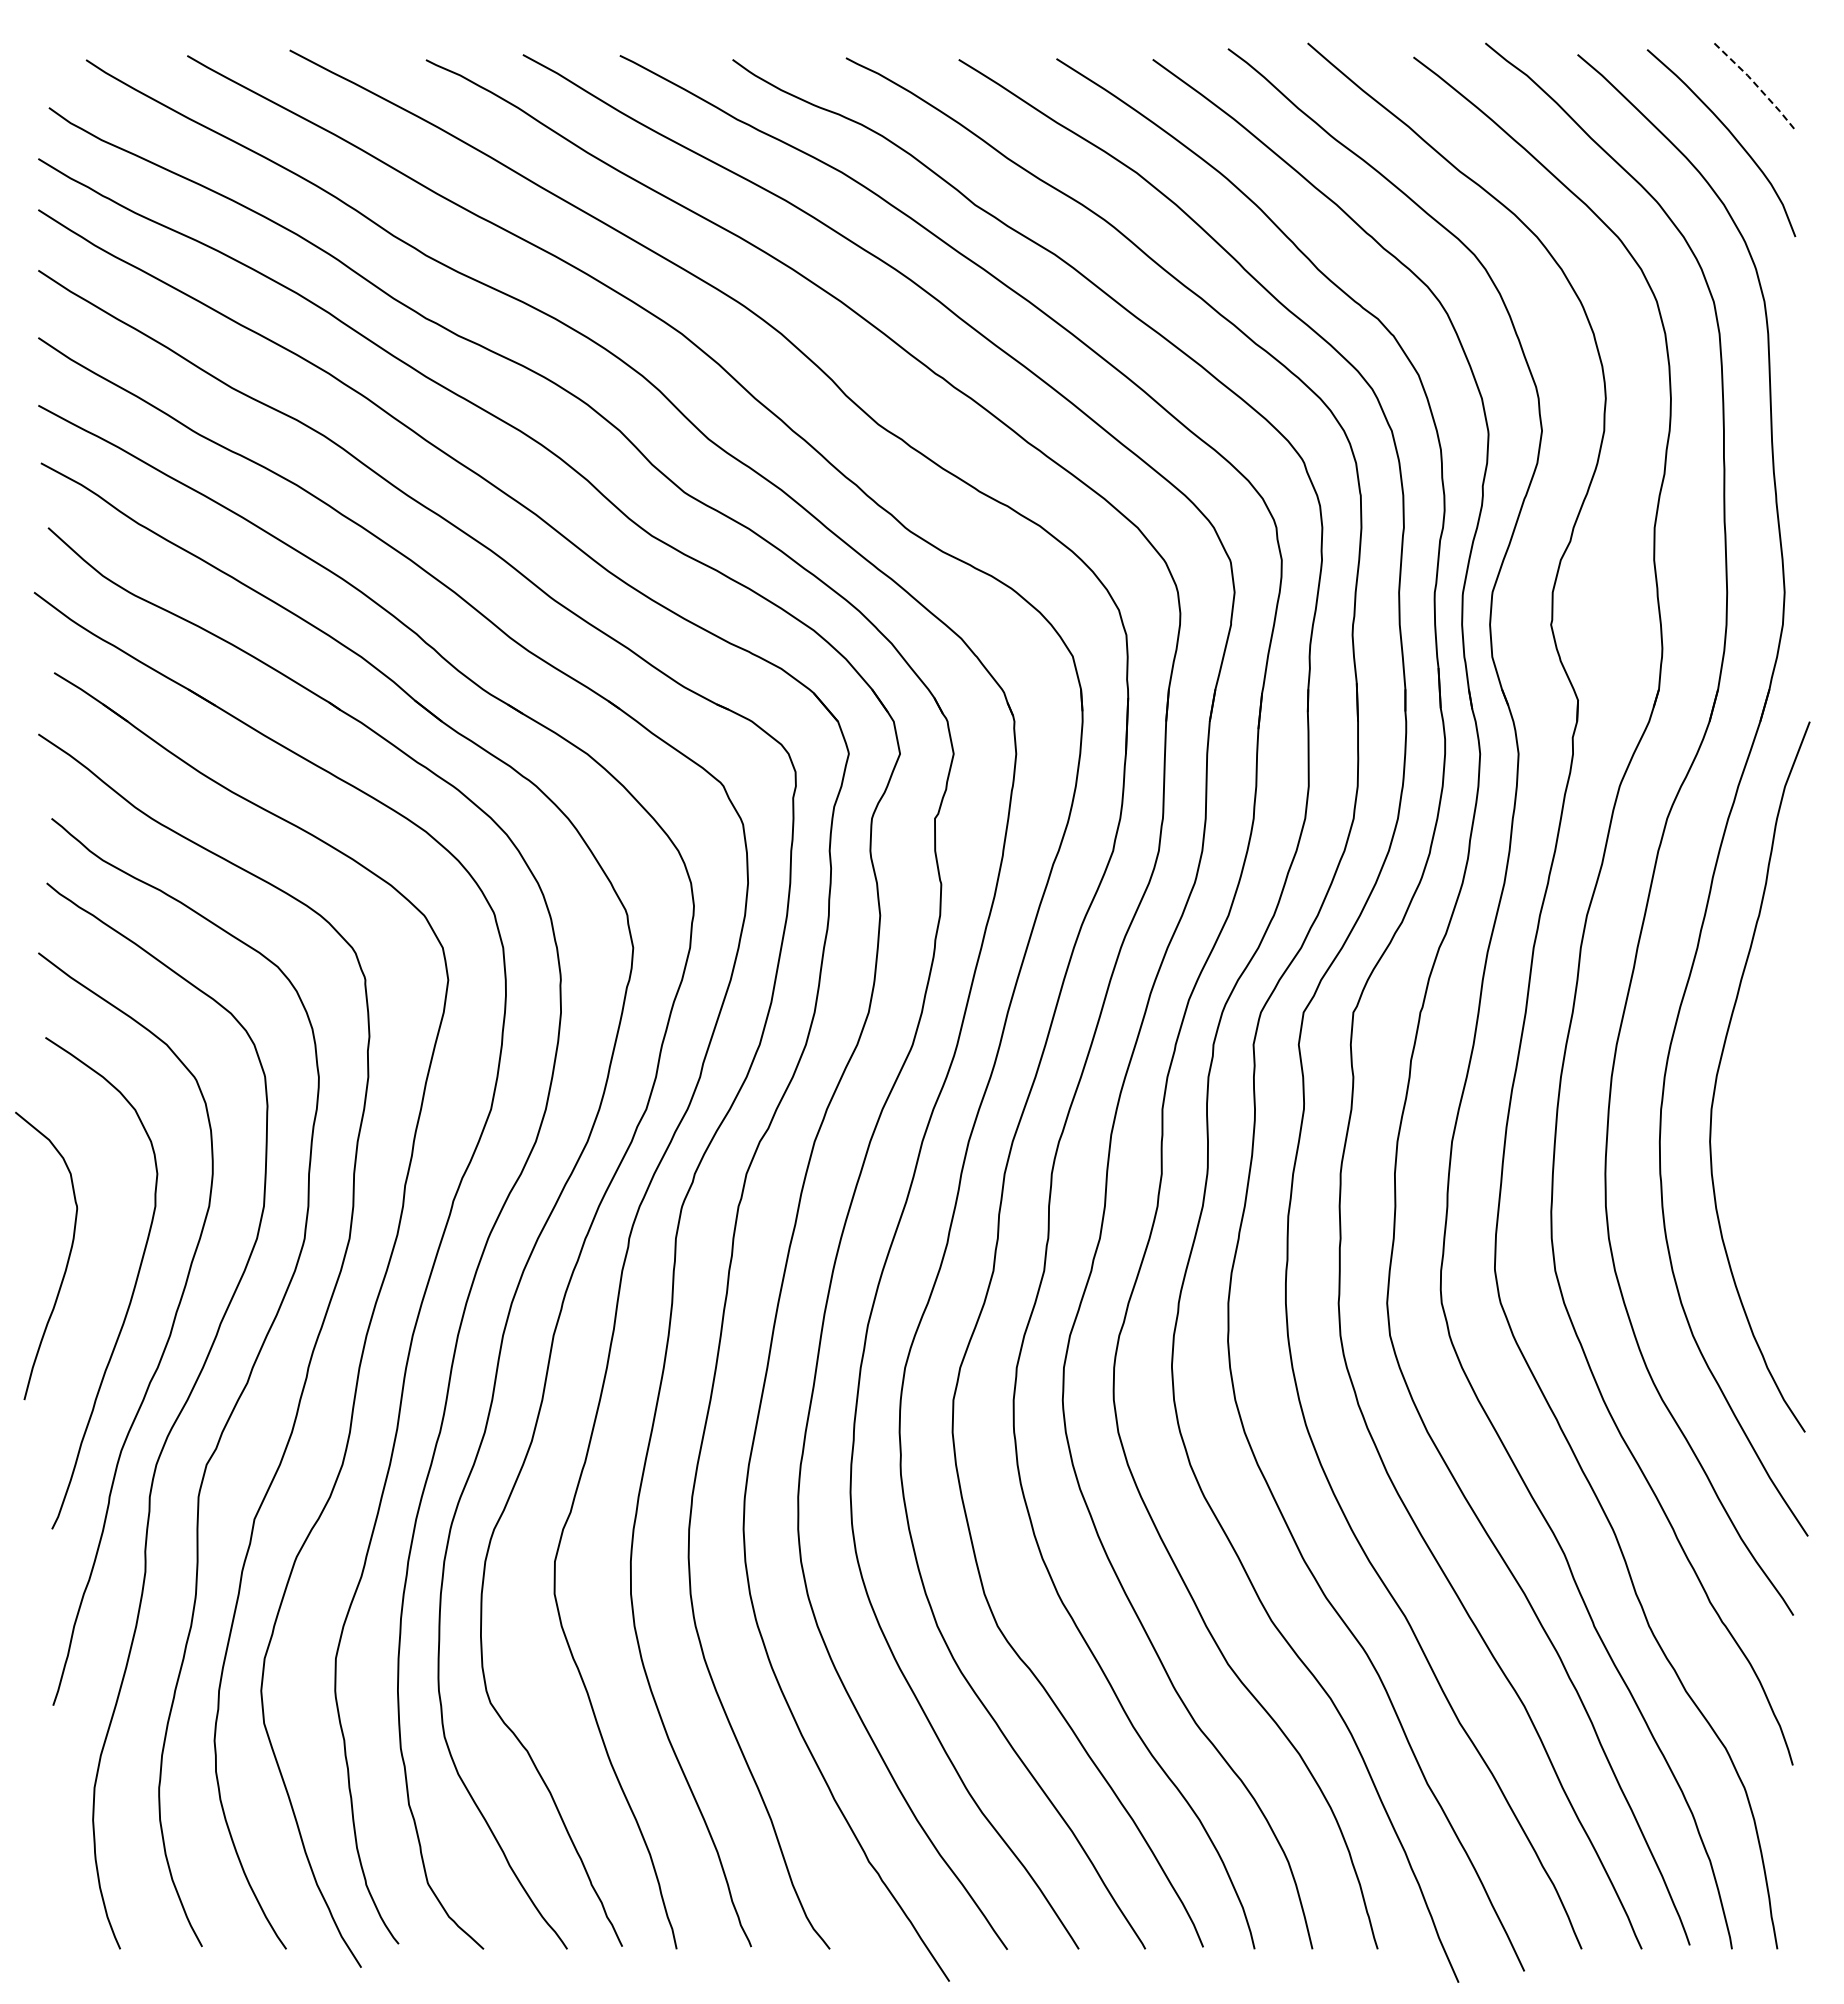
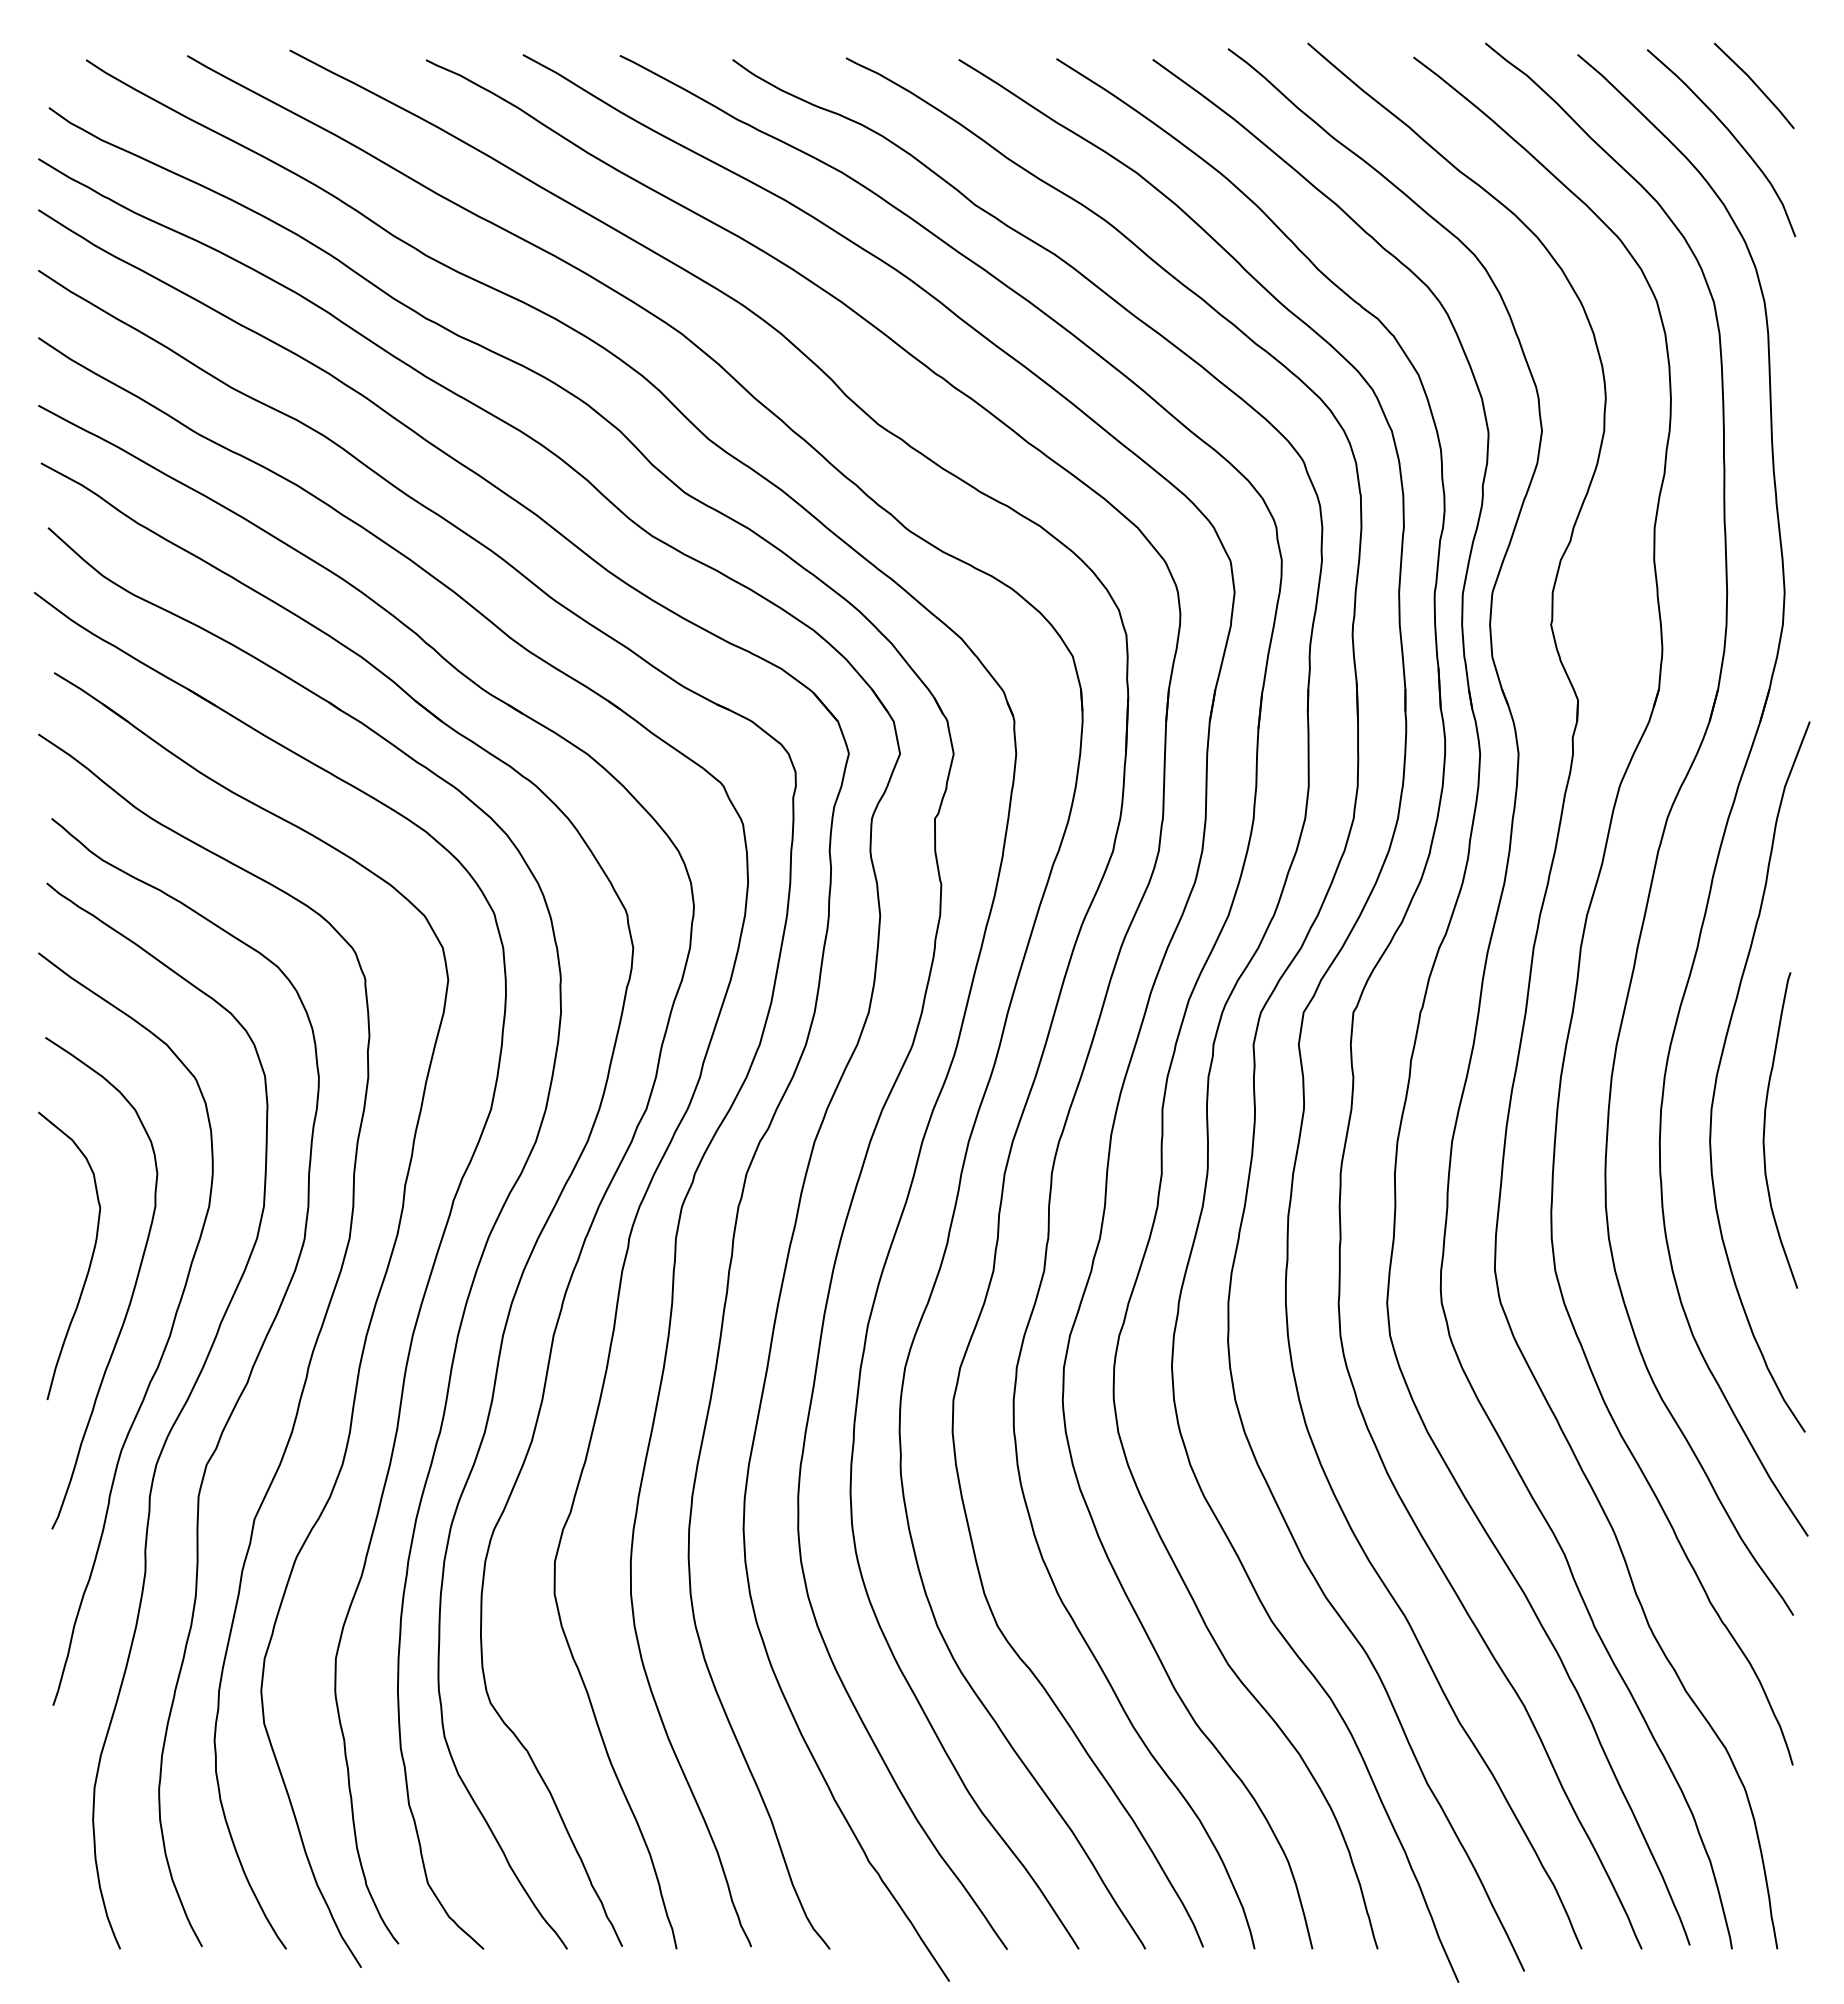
line at (1755, 84): dashed -> solid
curve at (1765, 1129): none -> present
curve at (67, 1259) position: (67, 1259) -> (90, 1259)
